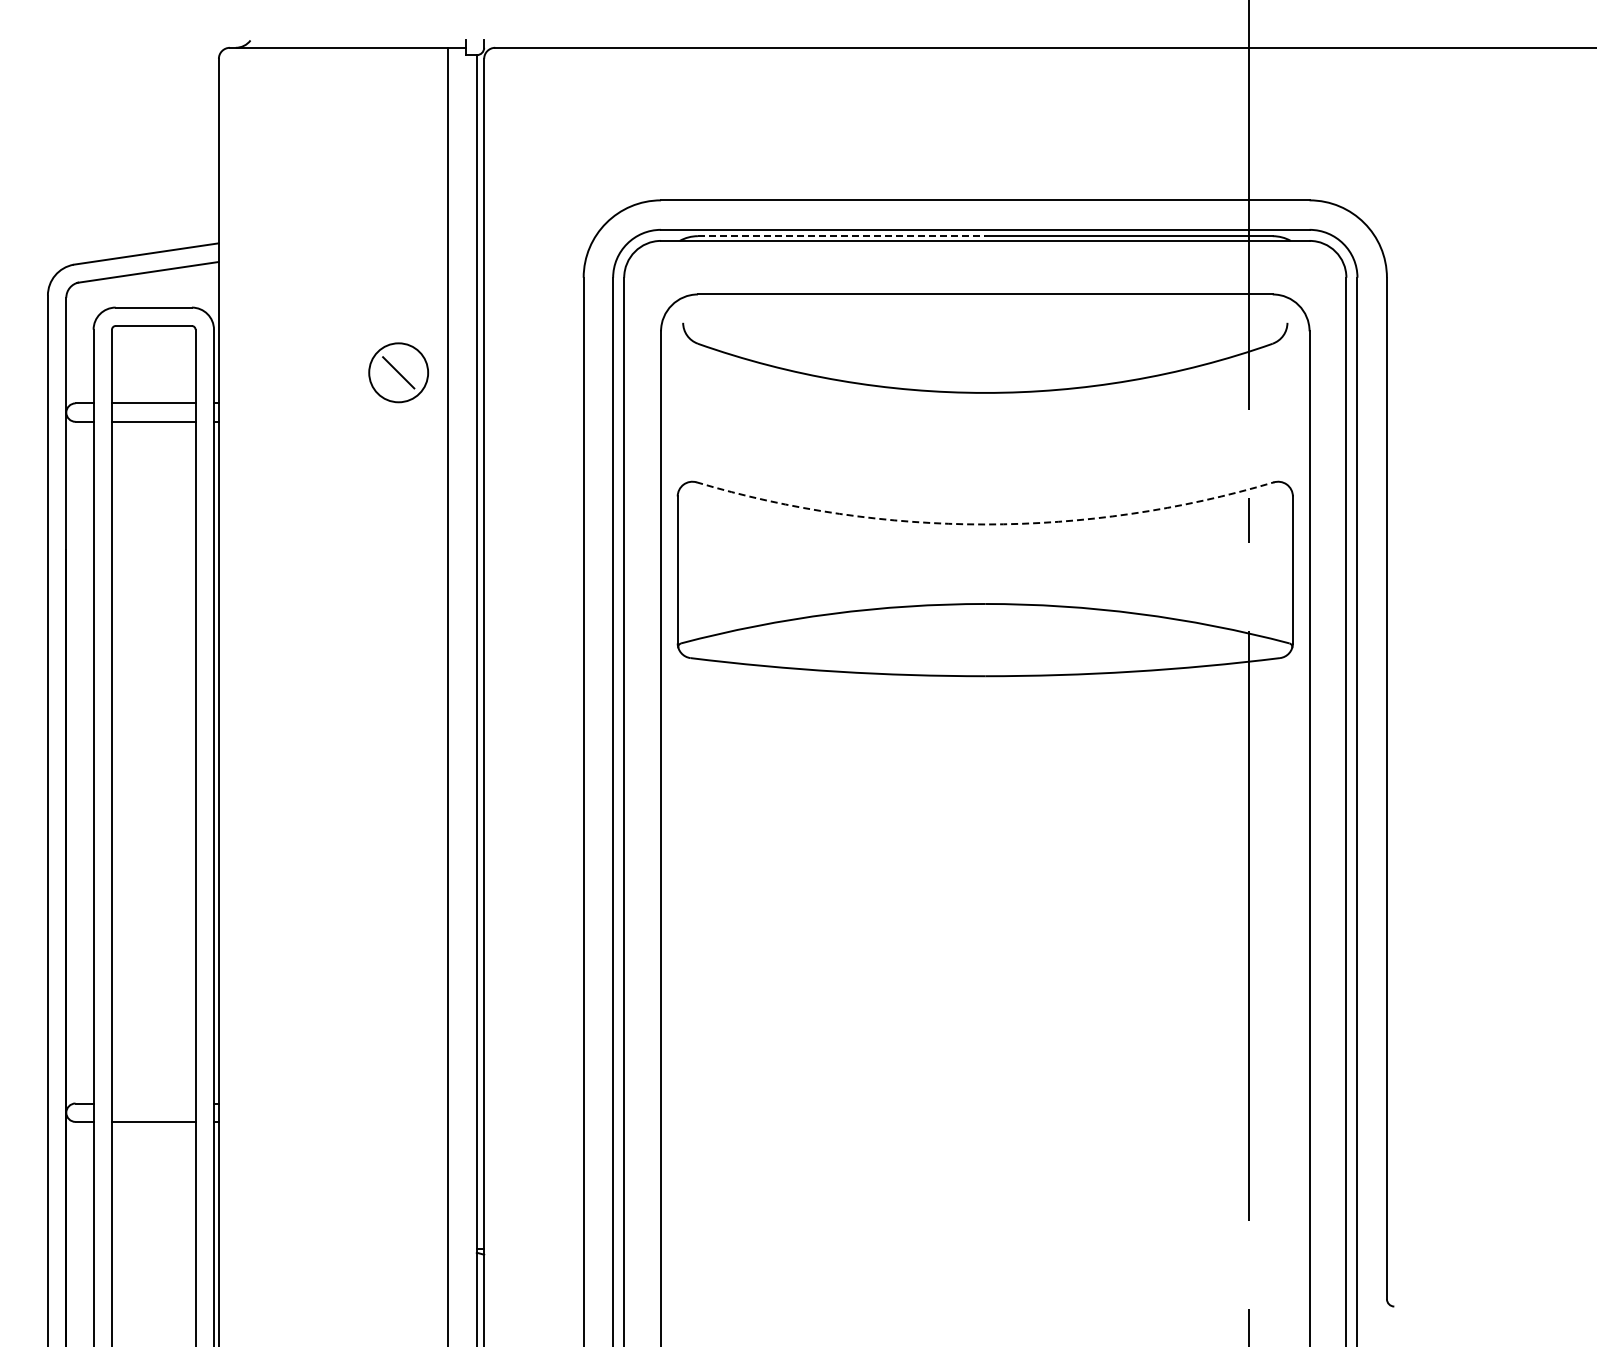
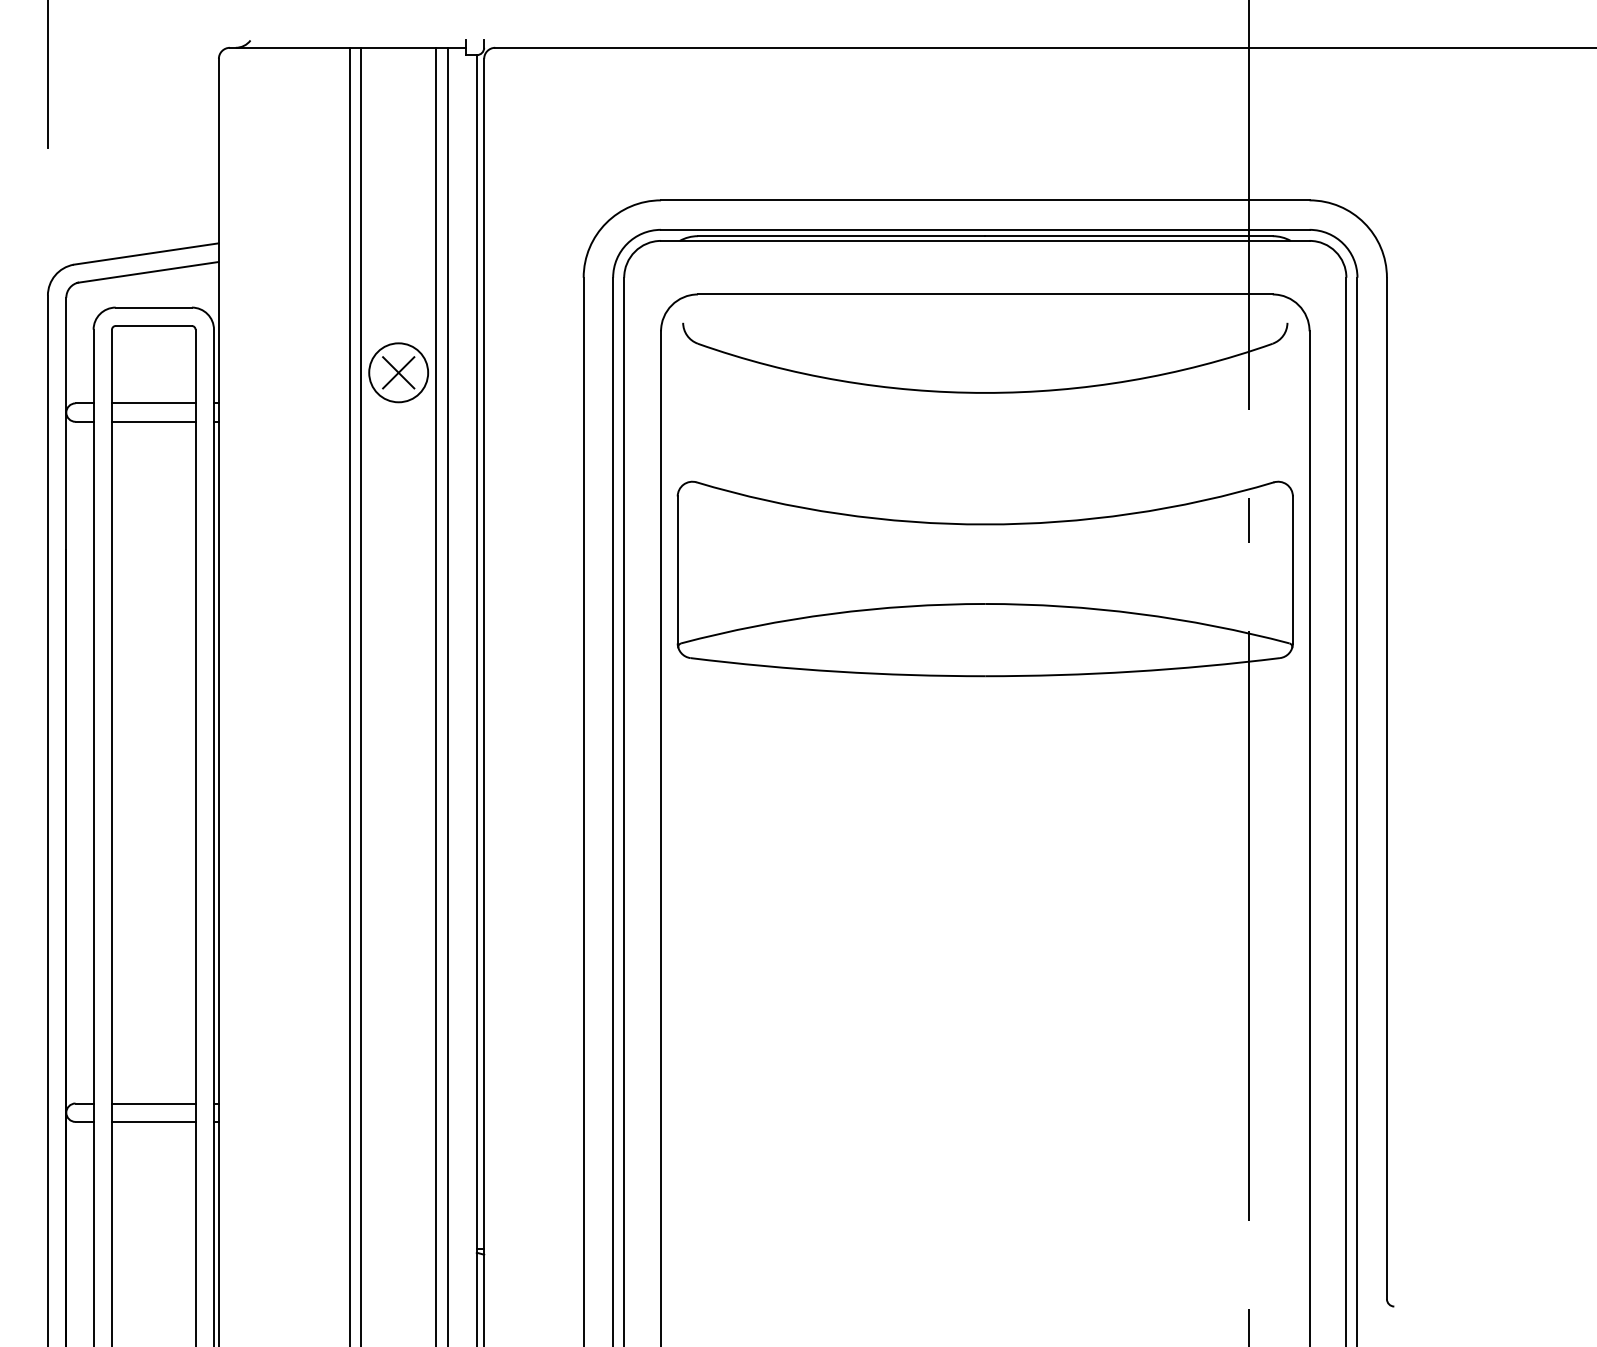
line at (47, 75): none -> present
line at (841, 236): dashed -> solid
line at (398, 372): none -> present
arc at (985, 524): dashed -> solid
line at (349, 695): none -> present
line at (361, 695): none -> present
line at (436, 695): none -> present
line at (153, 1103): none -> present
